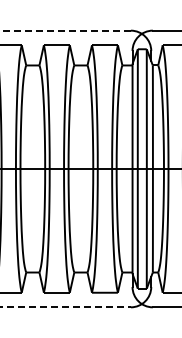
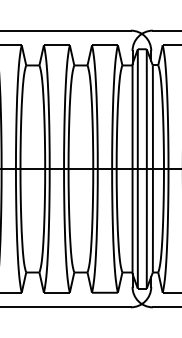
line at (65, 30): dashed -> solid
line at (65, 307): dashed -> solid
